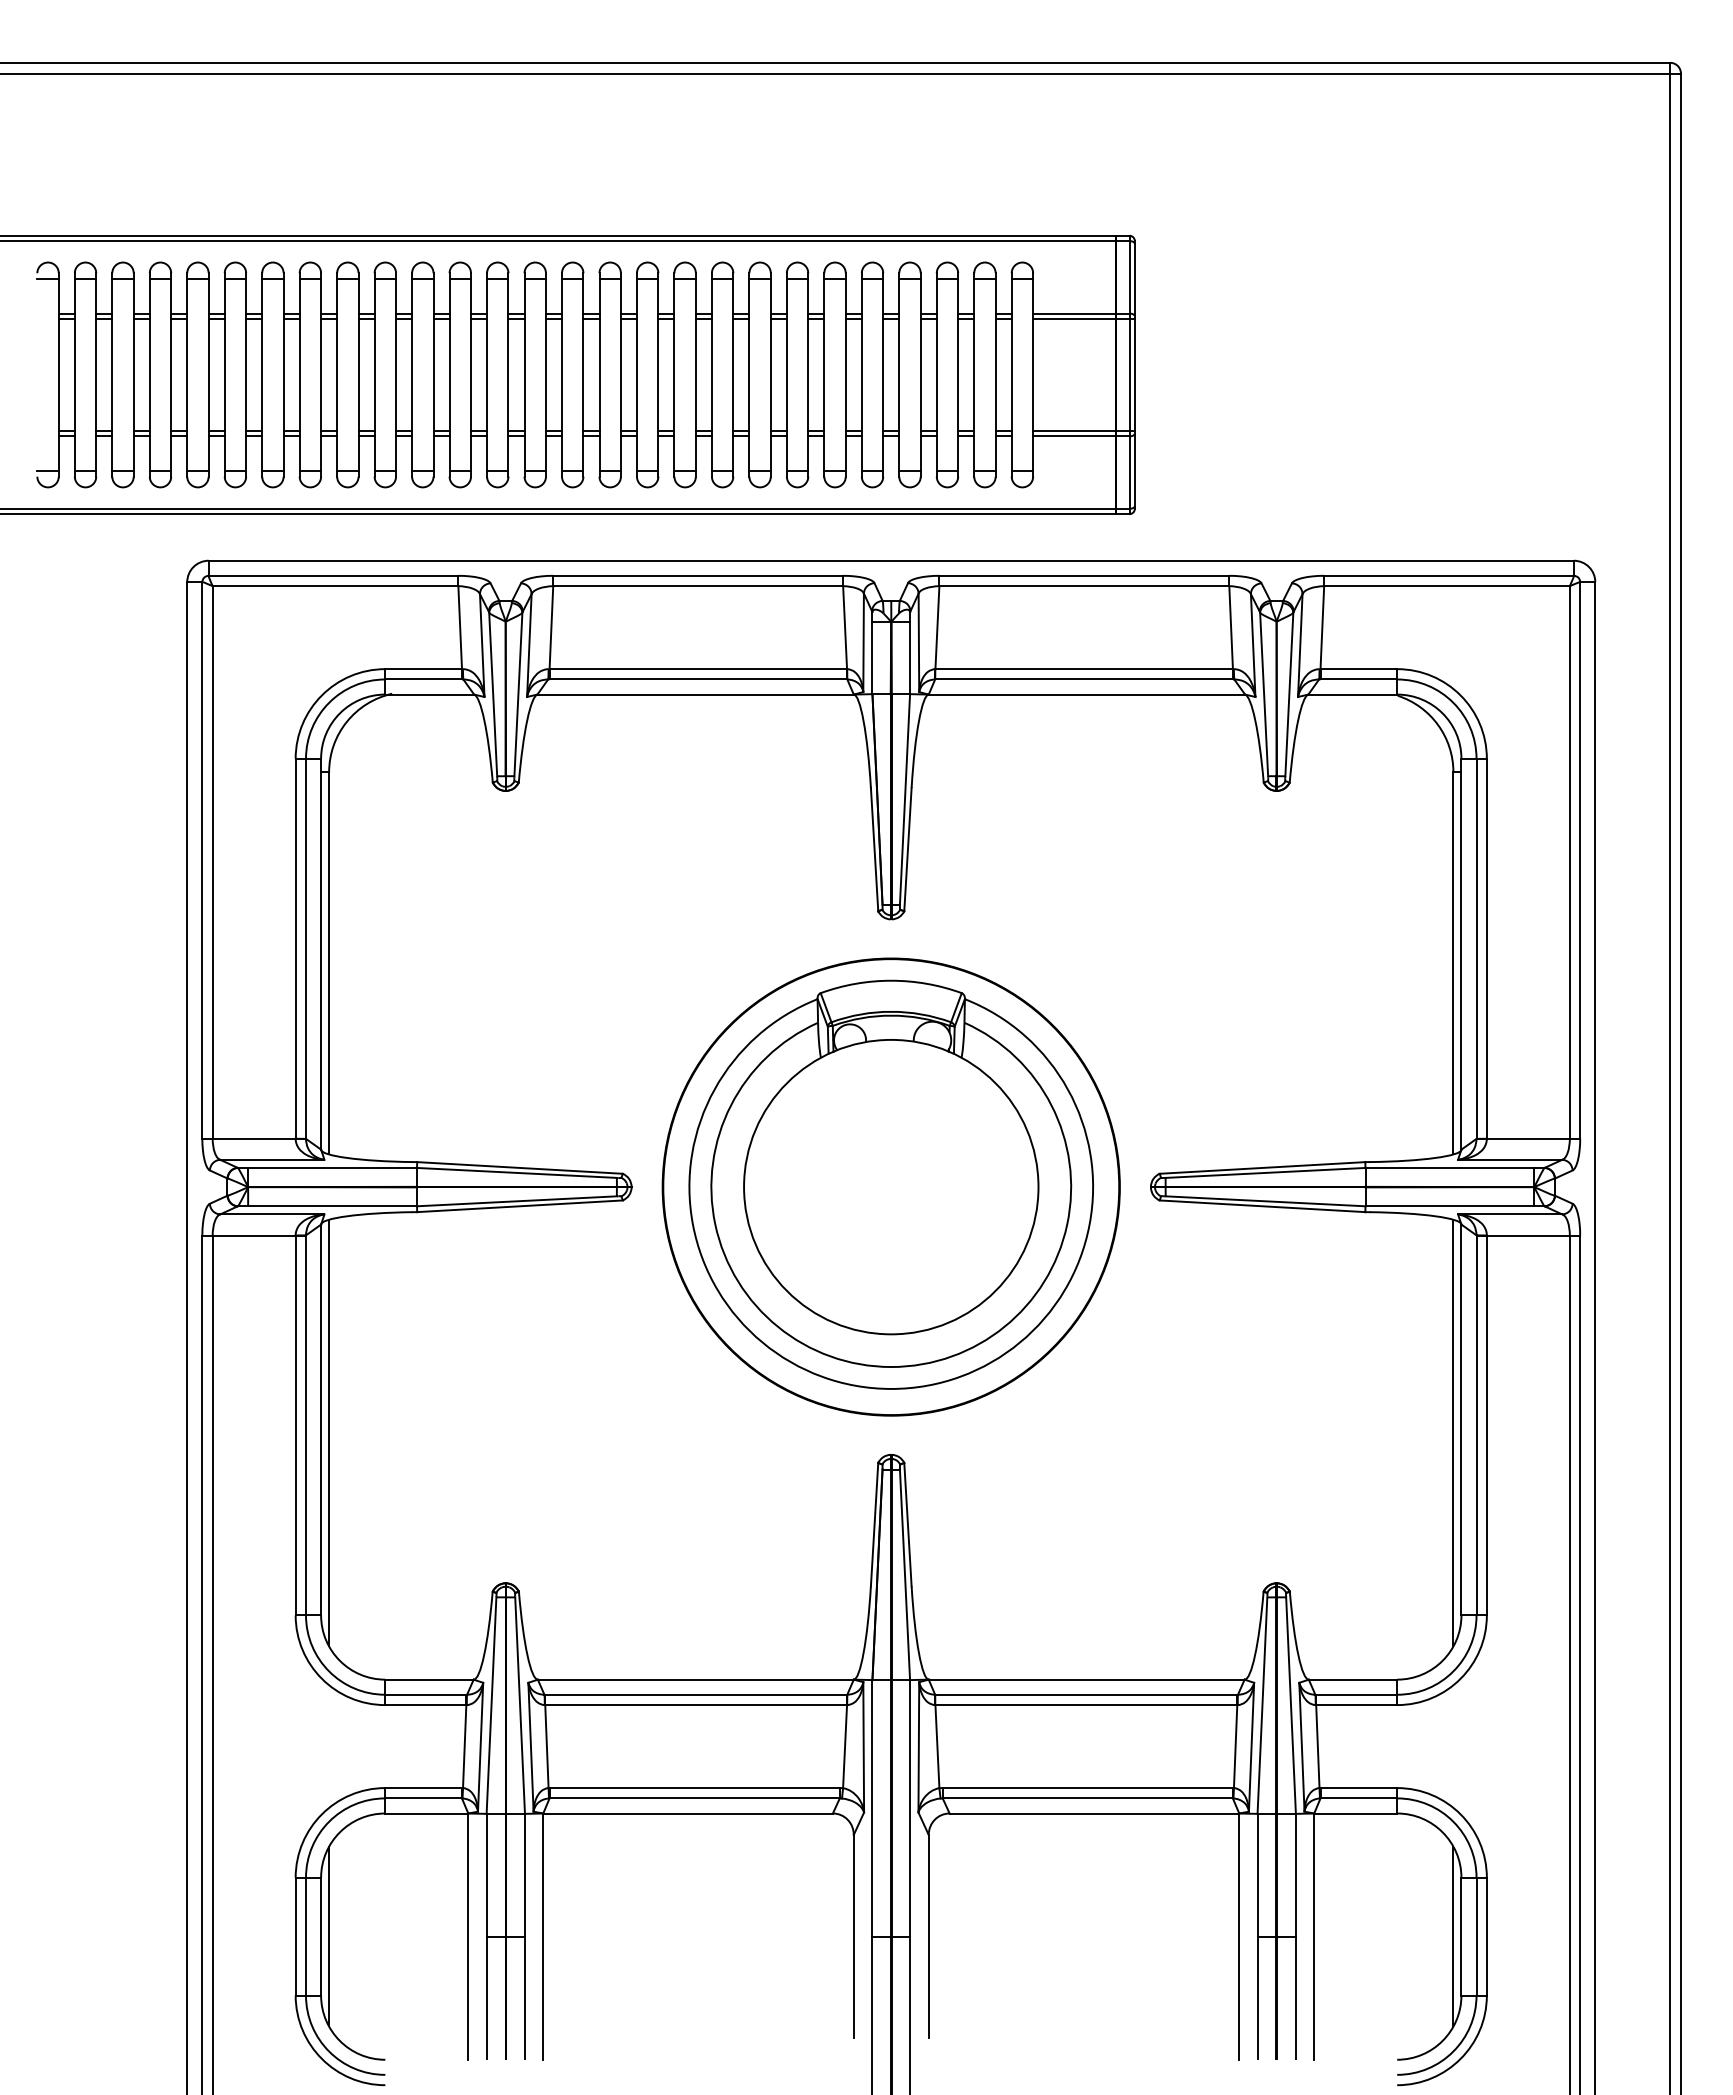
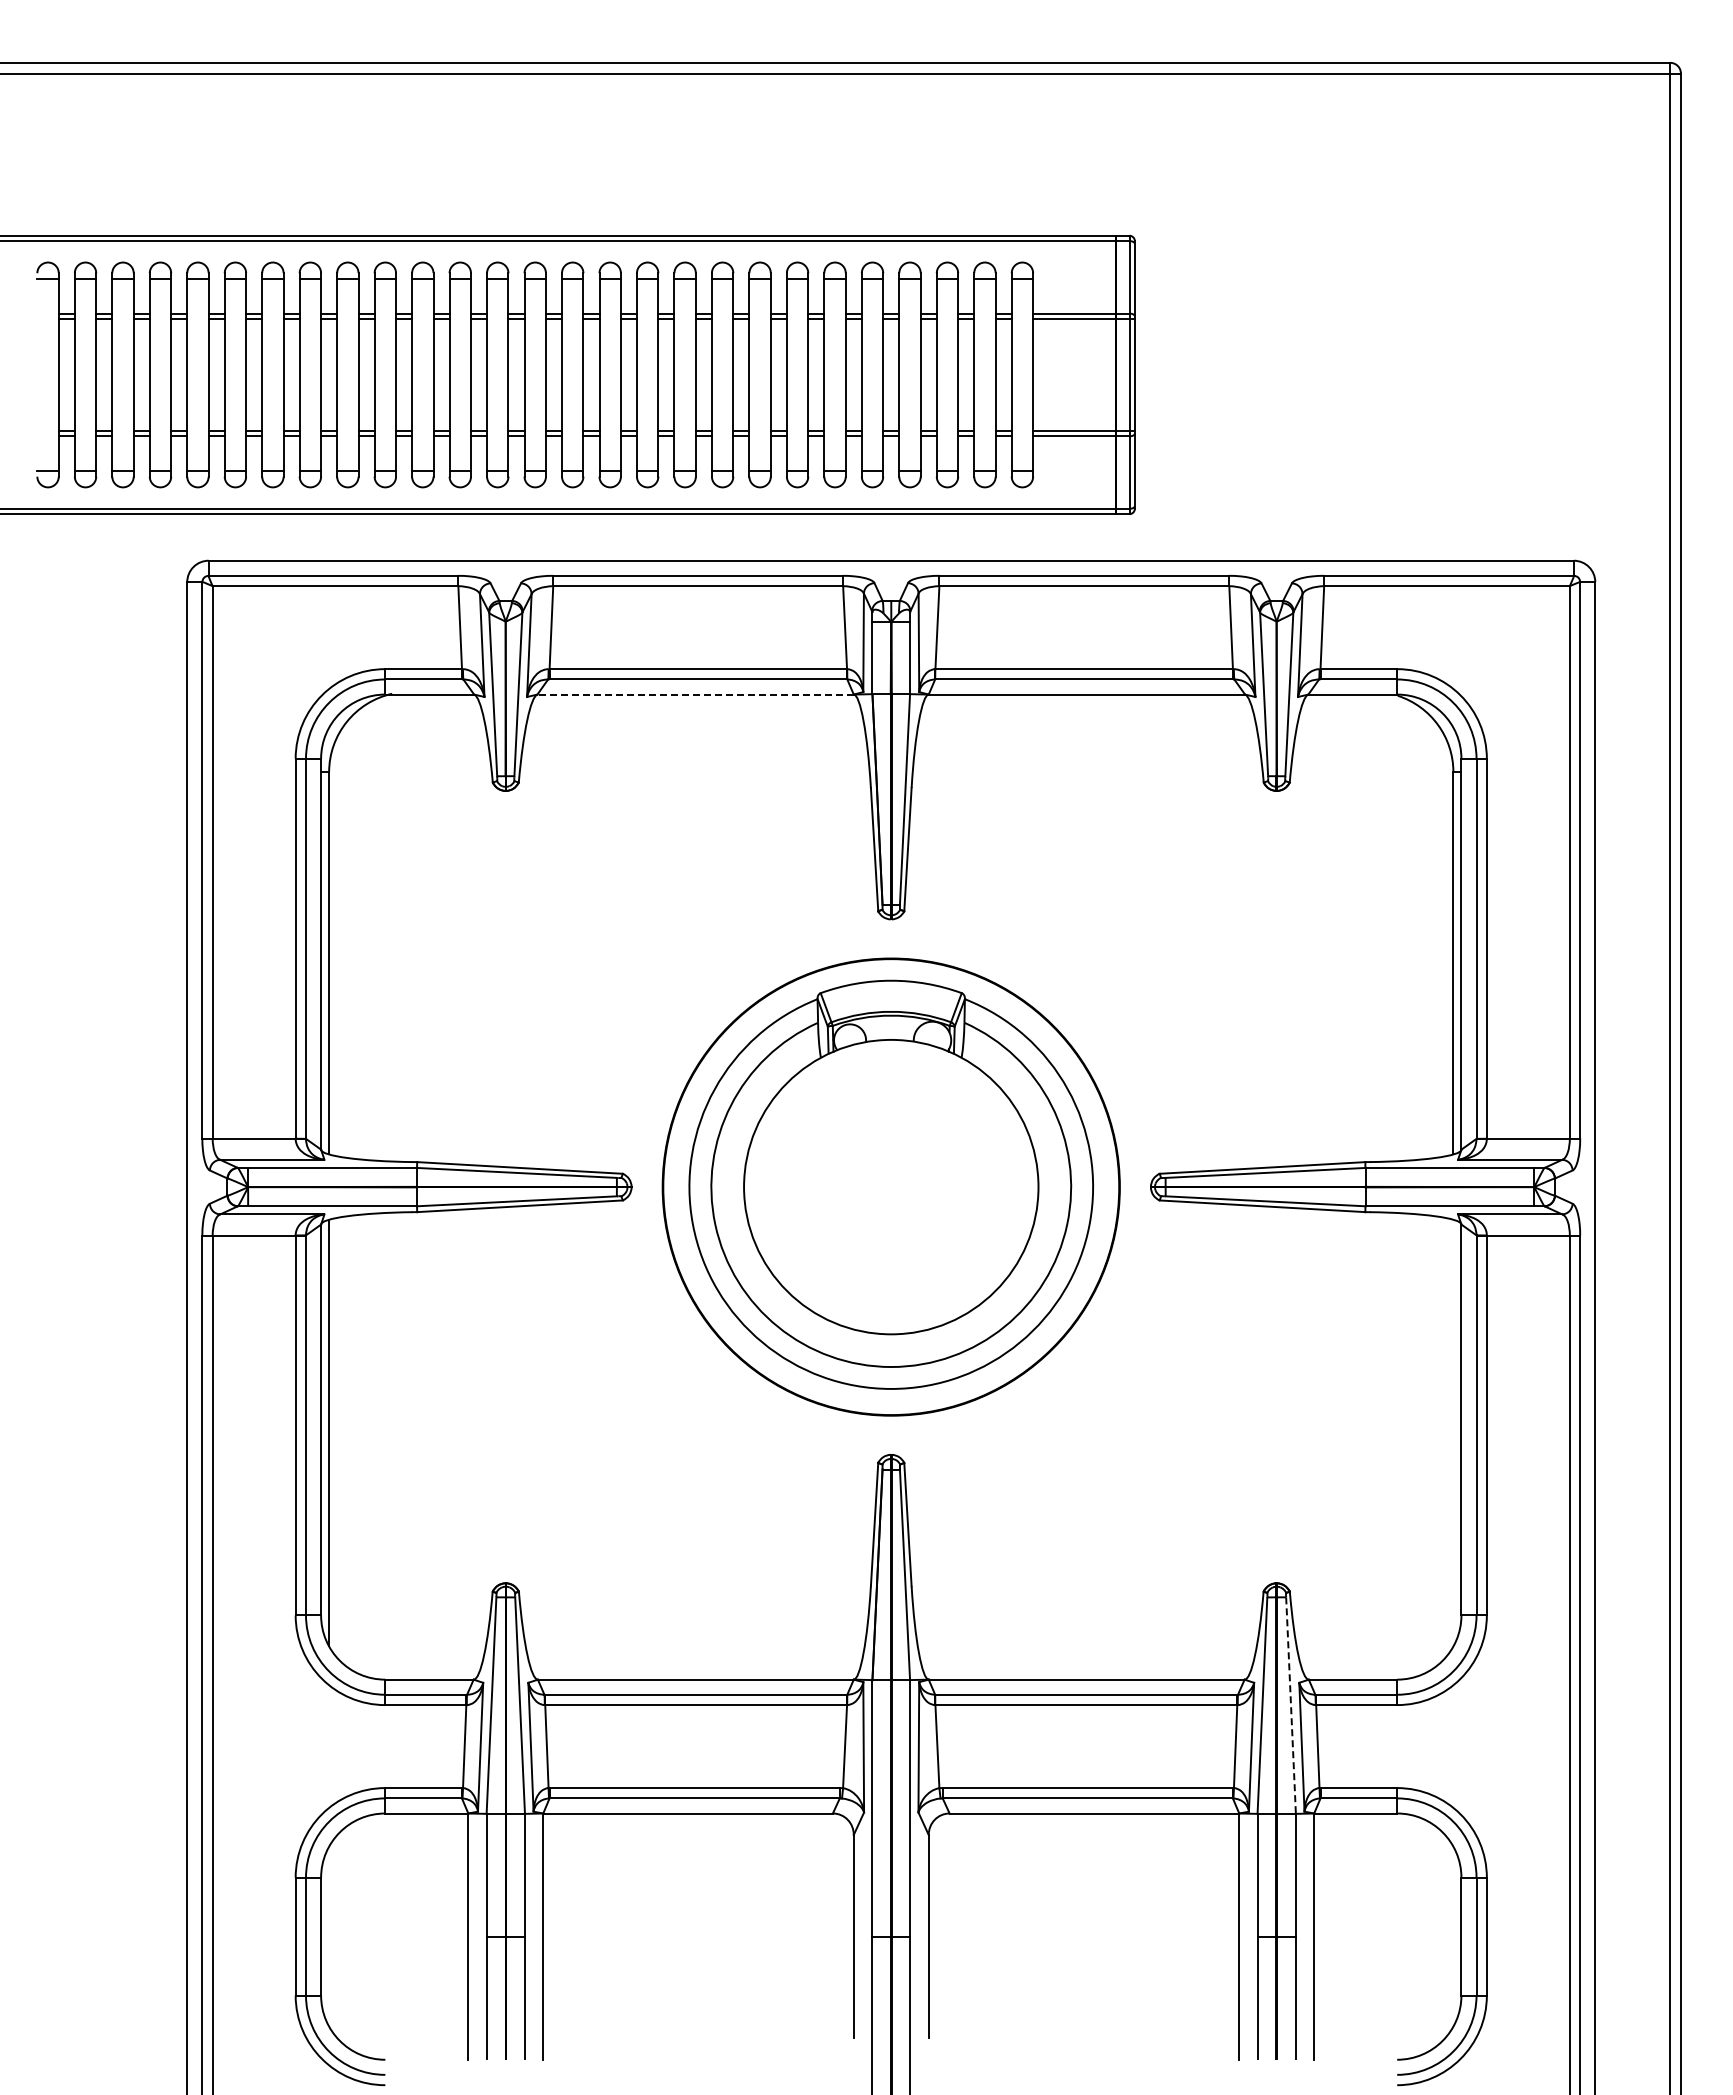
line at (695, 694): solid -> dashed
line at (1453, 1432): present -> none
line at (1291, 1706): solid -> dashed
line at (329, 1936): present -> none
line at (1453, 1936): present -> none
